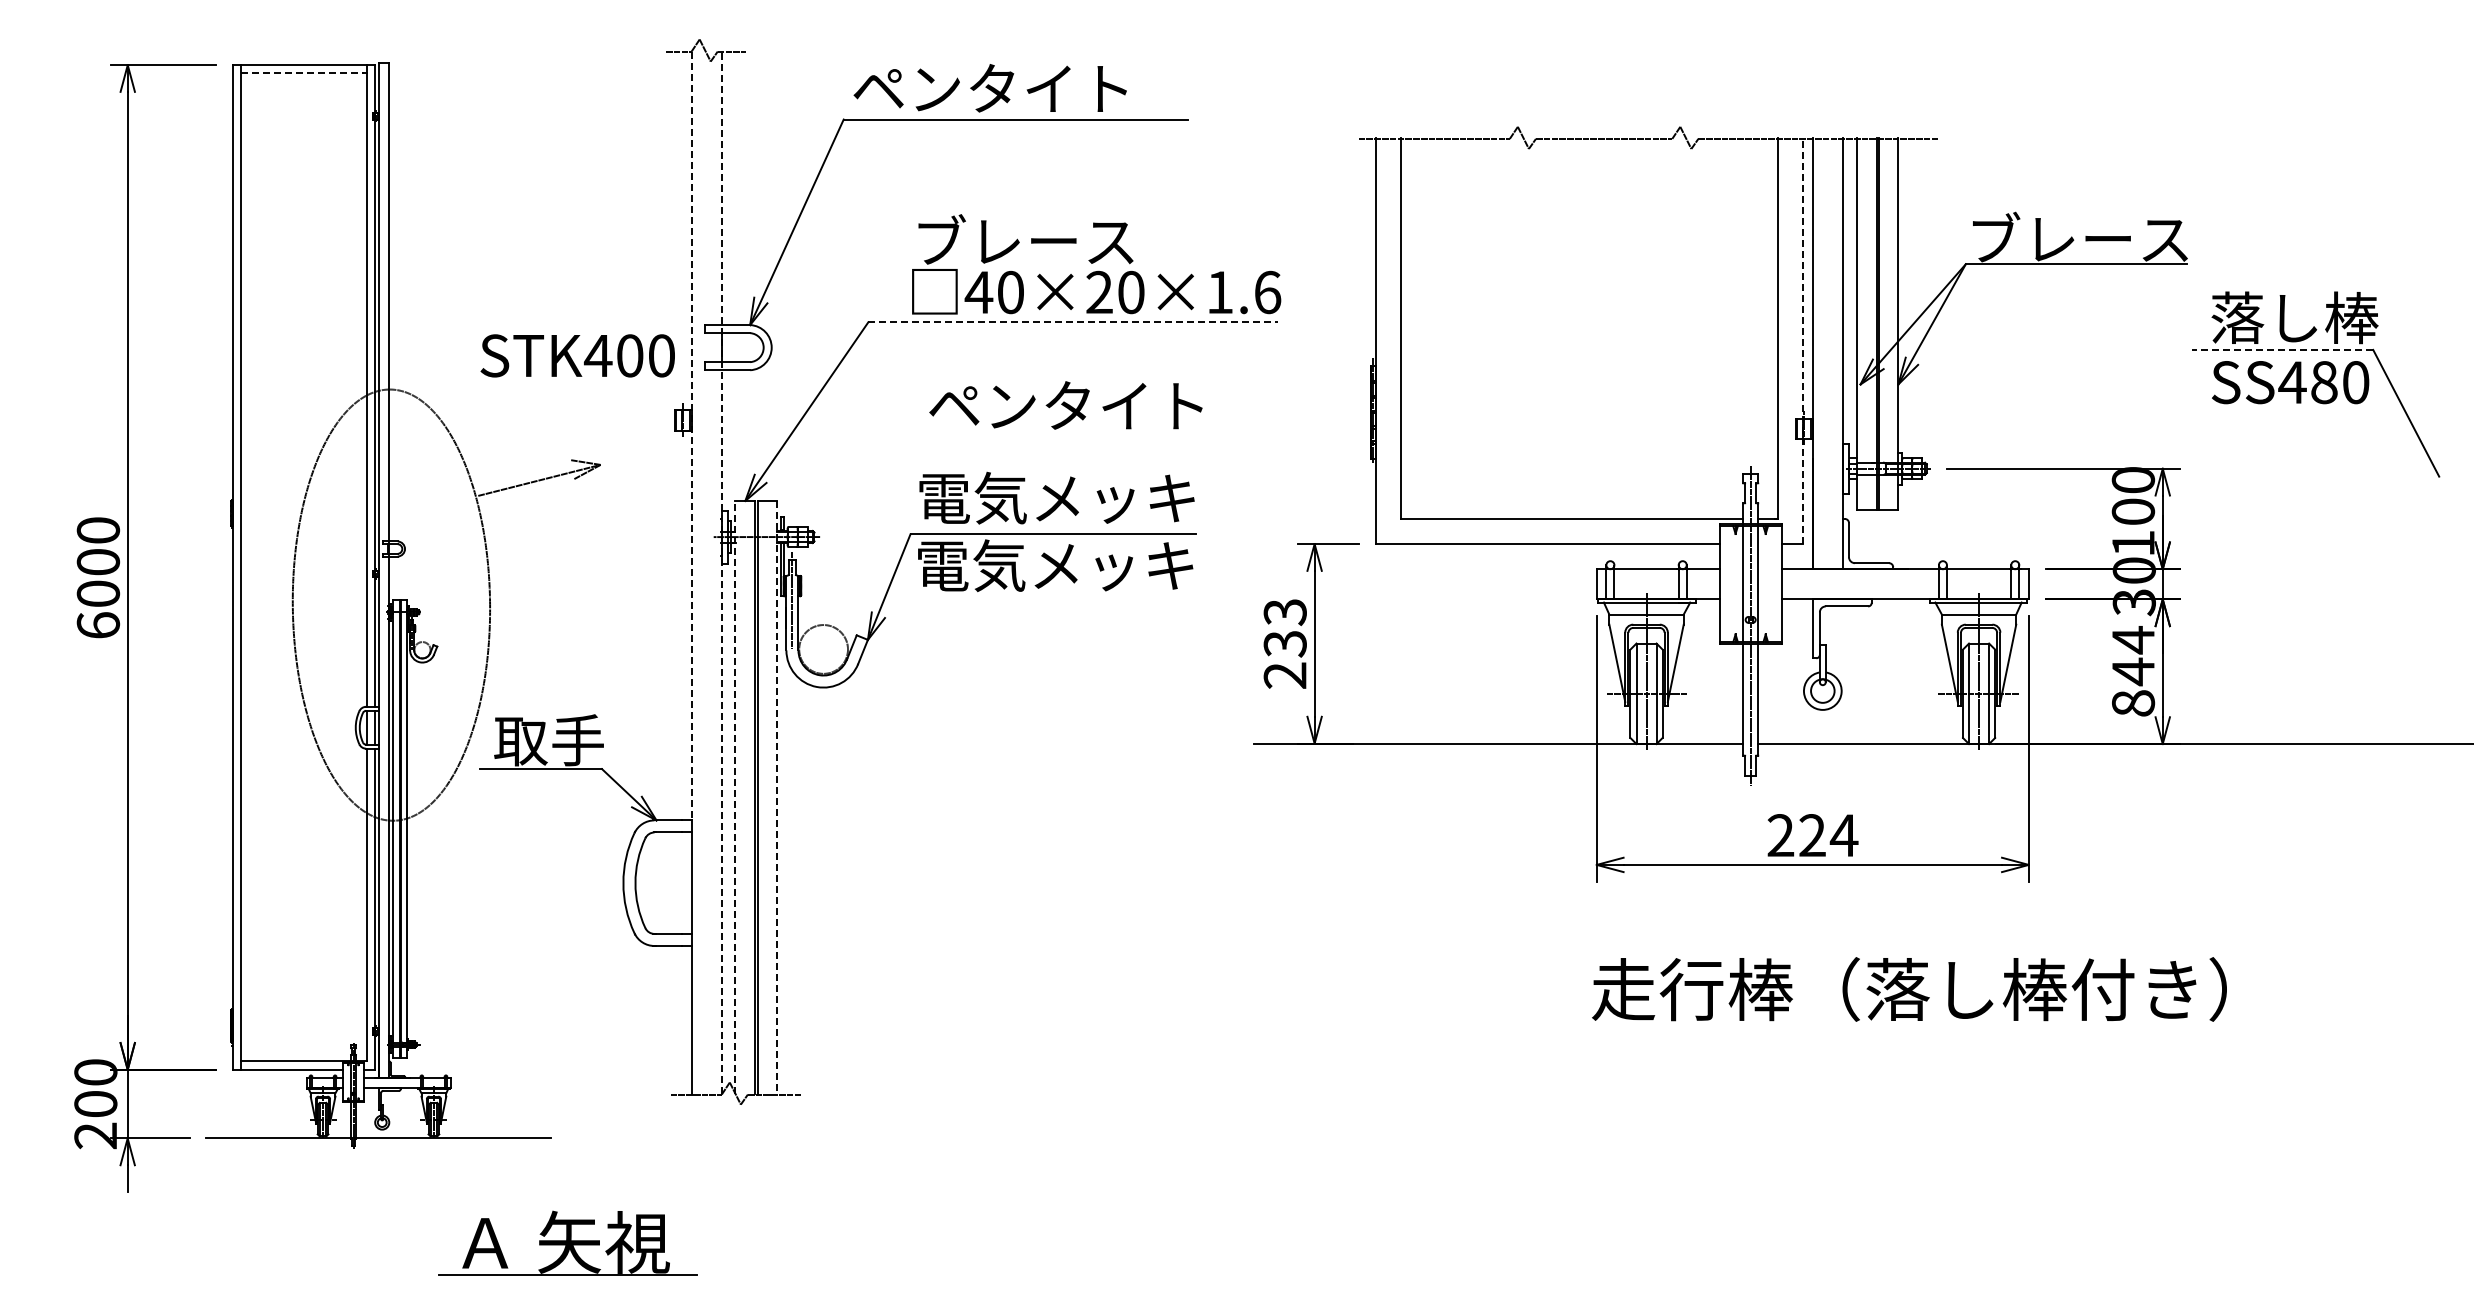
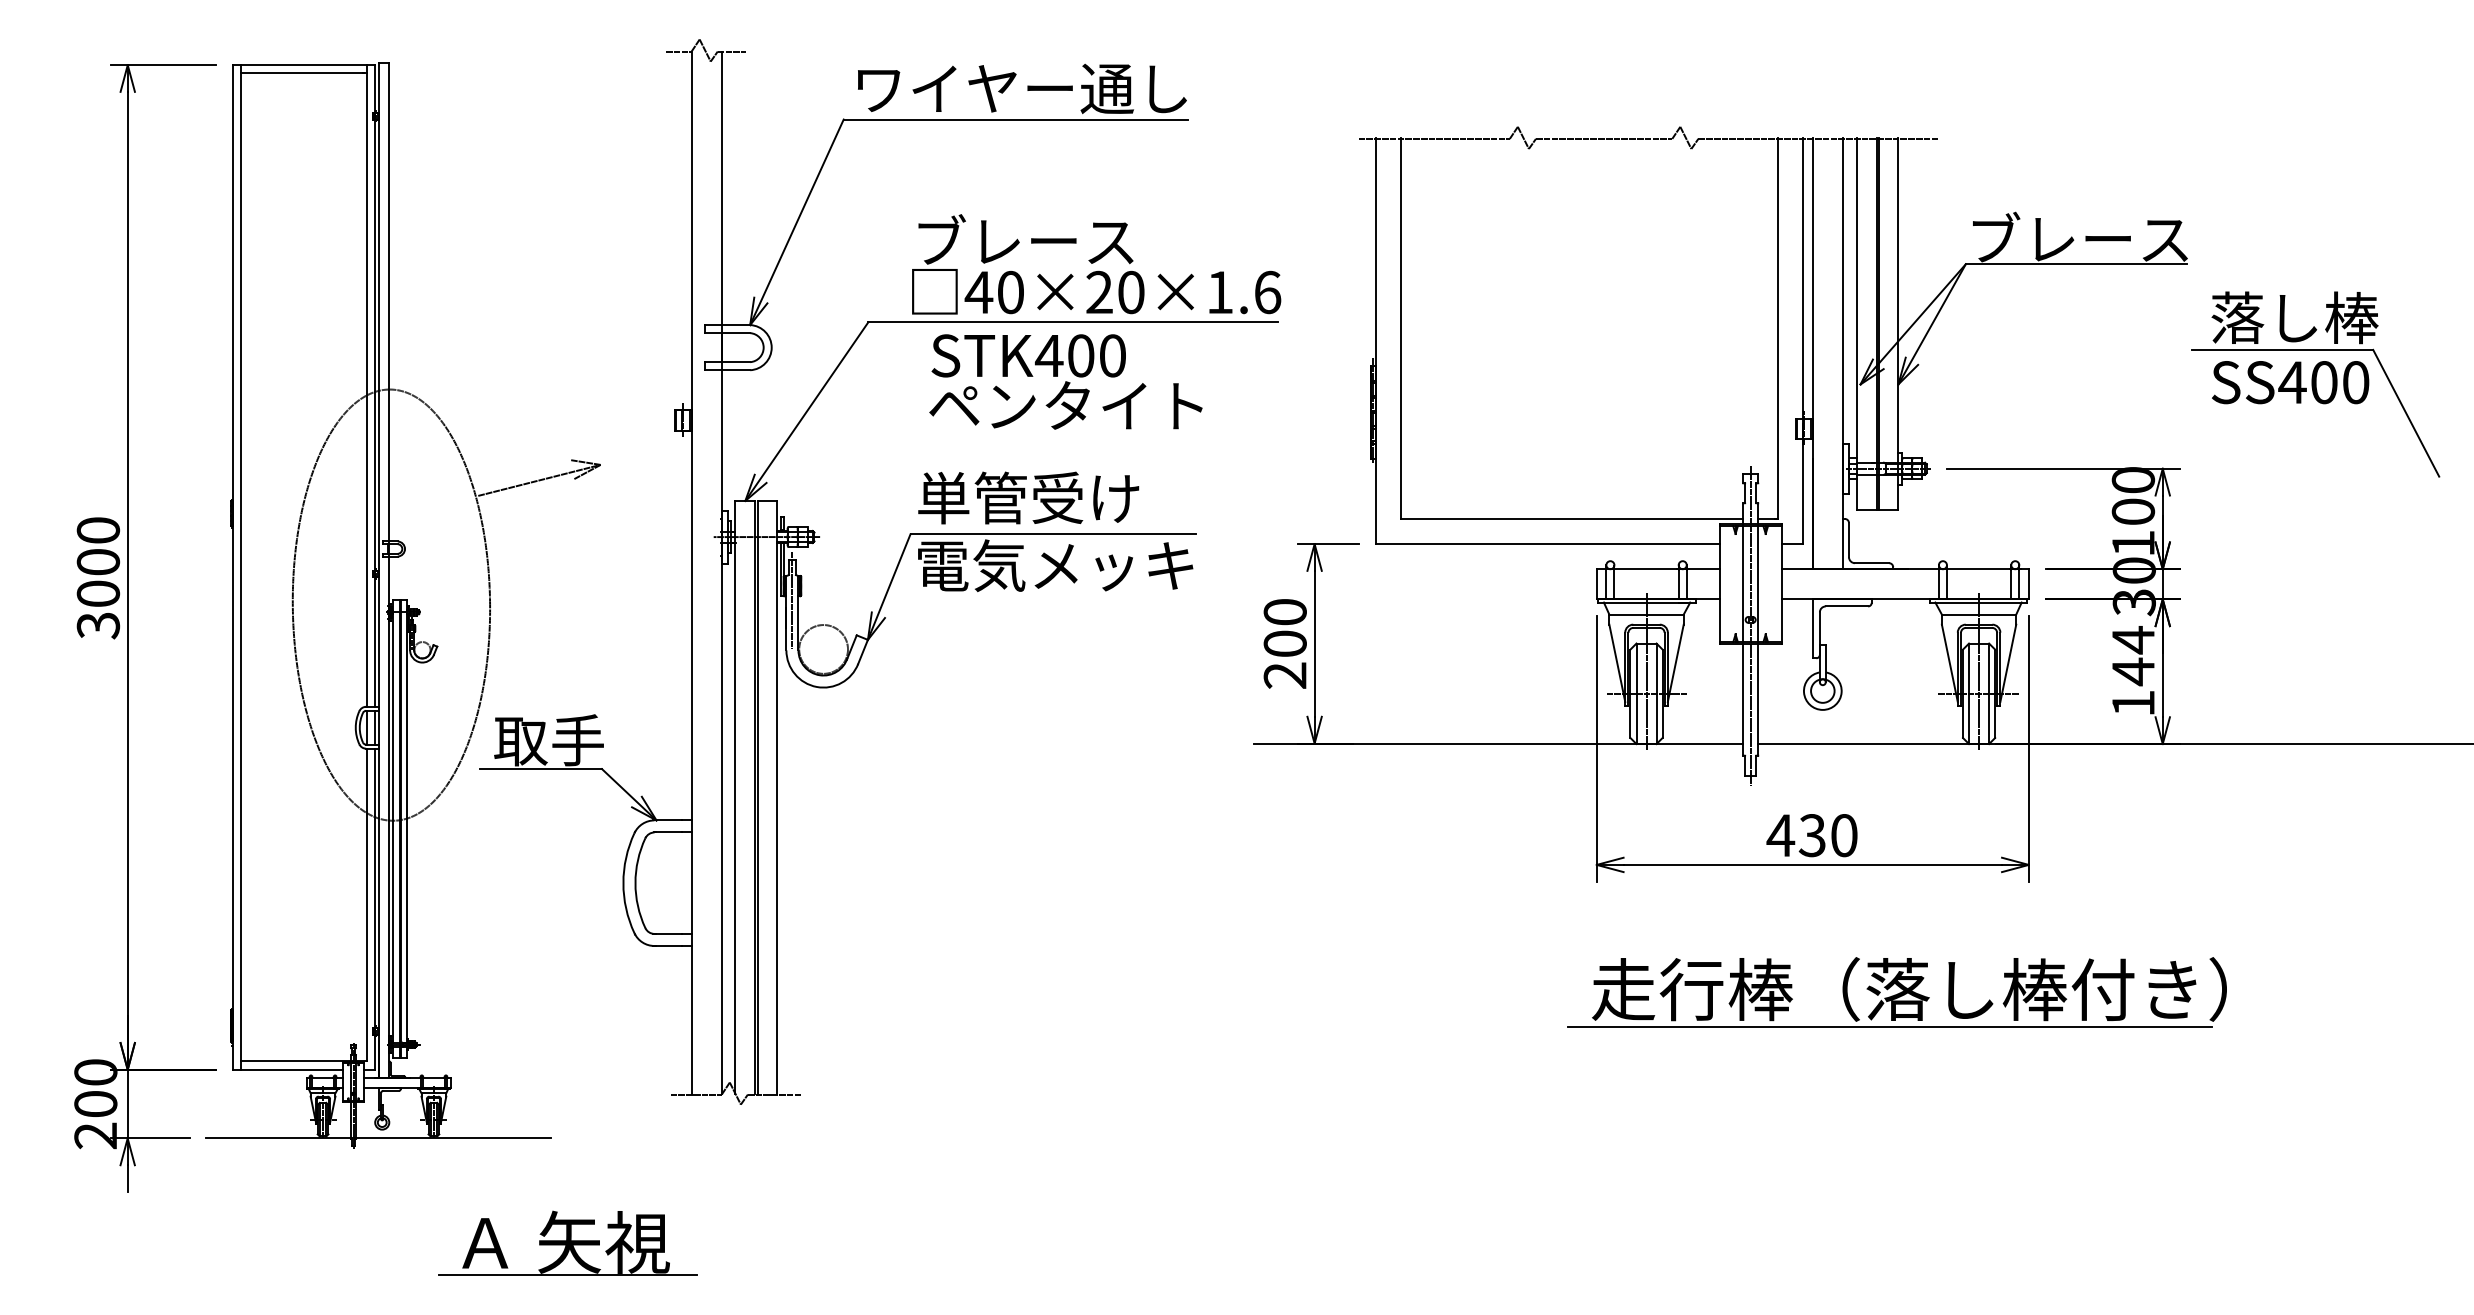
line at (303, 73): dashed -> solid
text at (1019, 88): ペンタイト -> ワイヤー通し
line at (1073, 322): dashed -> solid
line at (1802, 340): dashed -> solid
line at (2282, 349): dashed -> solid
text at (577, 355) position: (577, 355) -> (1028, 355)
text at (2324, 382): SS480 -> SS400
line at (691, 436): dashed -> solid
text at (1056, 497): 電気メッキ -> 単管受け
line at (721, 572): dashed -> solid
text at (98, 625): 6000 -> 3000
text at (1284, 628): 233 -> 200
text at (2133, 703): 844 -> 144
line at (735, 796): dashed -> solid
line at (777, 797): dashed -> solid
text at (1812, 835): 224 -> 430
line at (1890, 1026): none -> present
